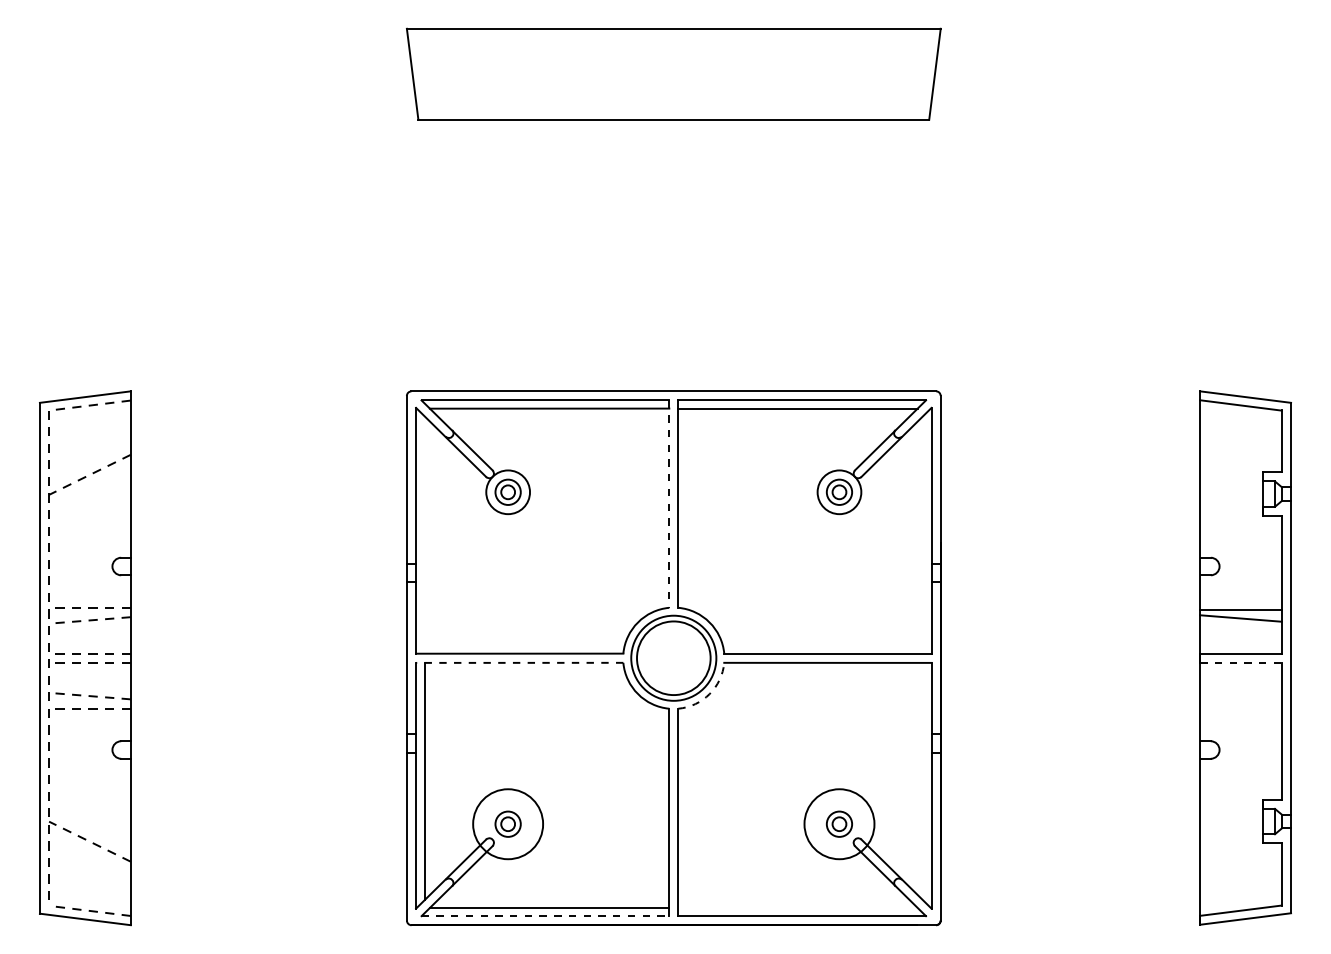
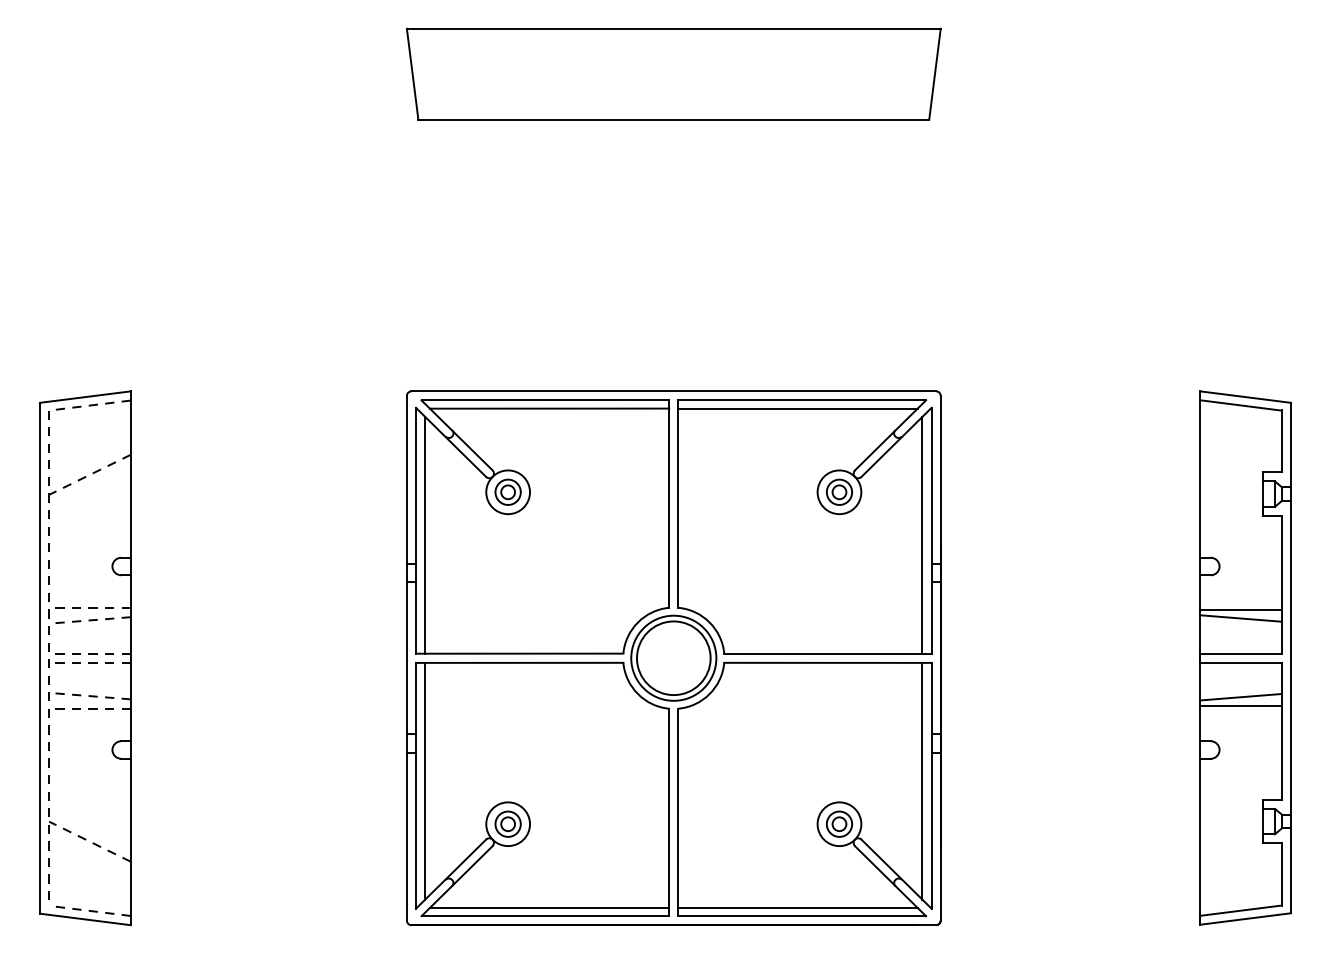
line at (669, 504): dashed -> solid
line at (425, 534): none -> present
line at (922, 534): none -> present
line at (519, 662): dashed -> solid
line at (1241, 662): dashed -> solid
arc at (709, 694): dashed -> solid
line at (1240, 696): none -> present
line at (1240, 705): none -> present
line at (922, 780): none -> present
circle at (508, 824) diameter: 70 px -> 44 px
circle at (839, 824) diameter: 70 px -> 44 px
line at (797, 907): none -> present
line at (545, 916): dashed -> solid
